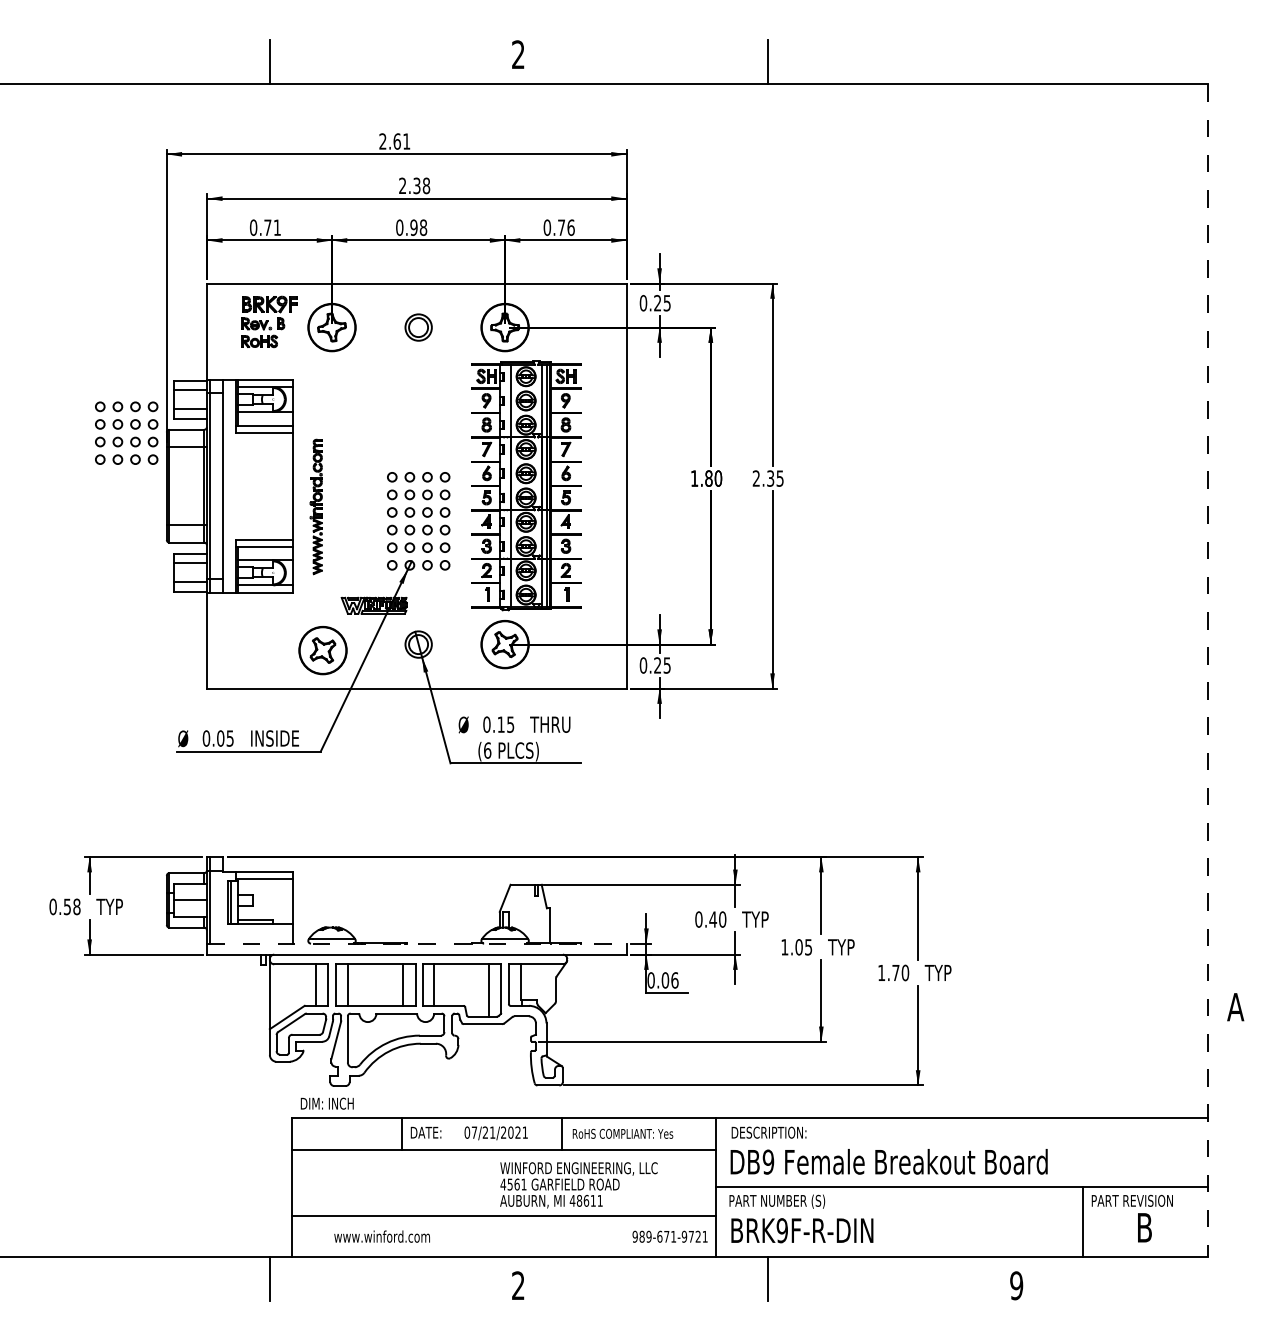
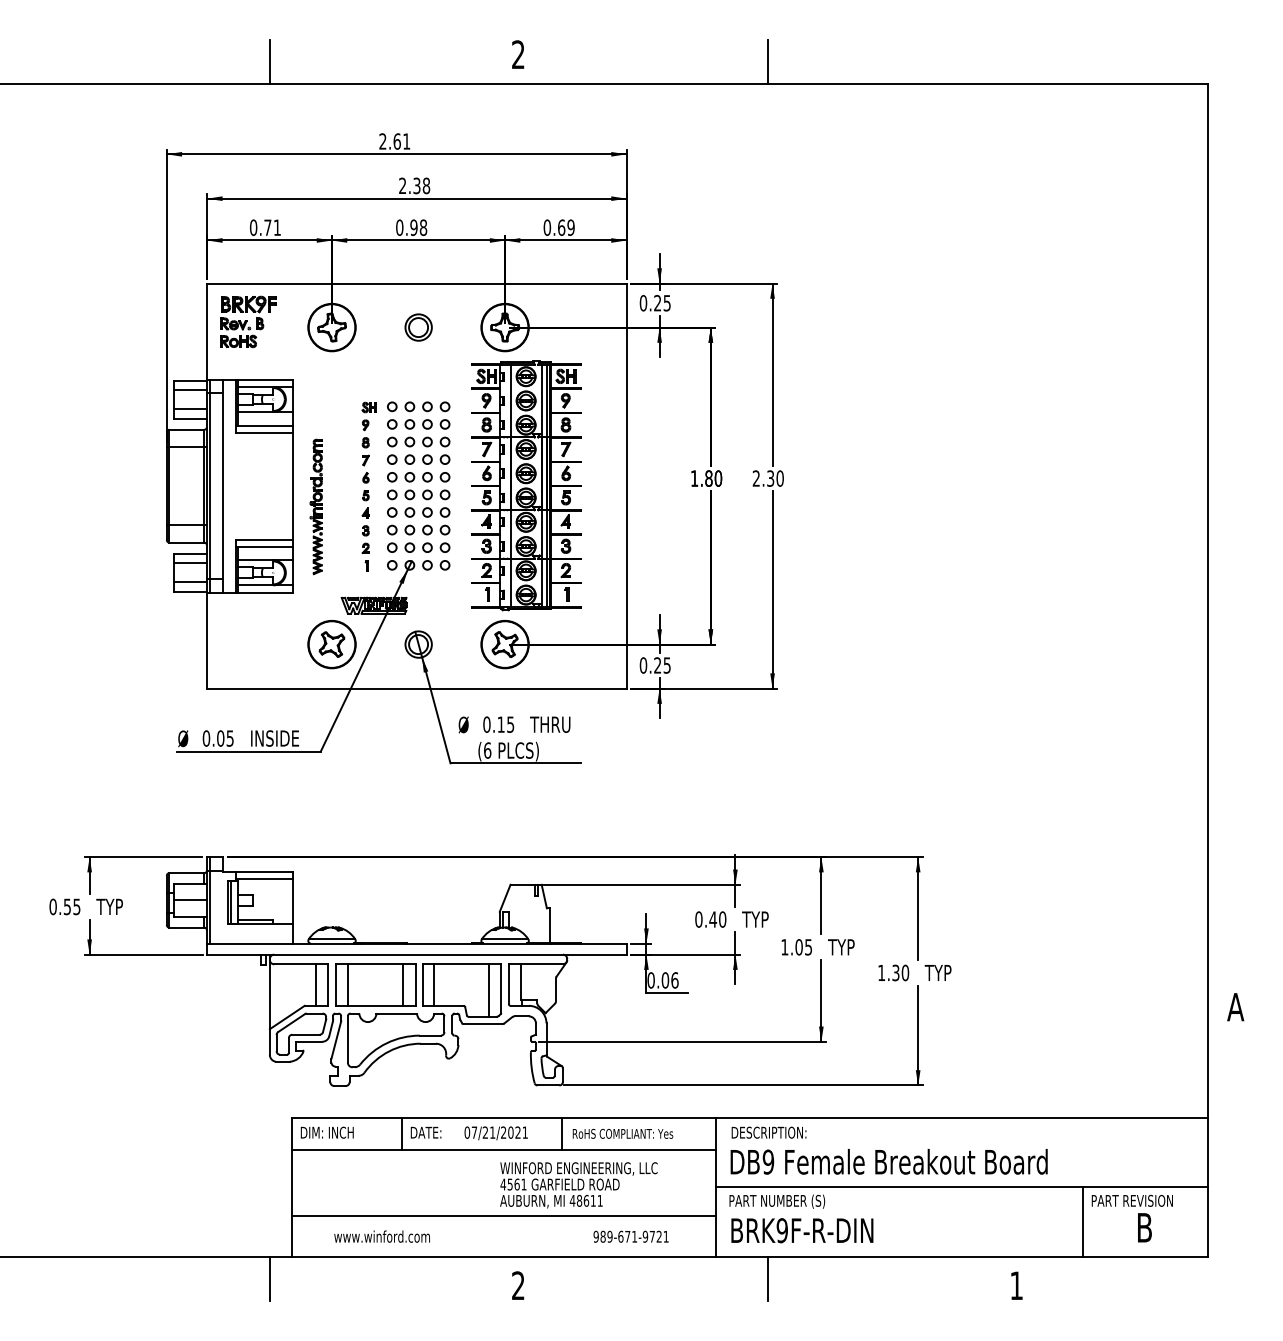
text at (566, 227): 0.76 -> 0.69
part at (269, 321) position: (269, 321) -> (248, 321)
part at (122, 427) position: (122, 427) -> (414, 427)
text at (779, 478): 2.35 -> 2.30
part at (368, 486): none -> present
part at (322, 650) position: (322, 650) -> (331, 644)
line at (1207, 671): dashed -> solid
text at (76, 906): 0.58 -> 0.55
line at (416, 943): dashed -> solid
text at (895, 972): 1.70 -> 1.30
text at (326, 1103) position: (326, 1103) -> (326, 1132)
text at (669, 1236) position: (669, 1236) -> (630, 1236)
text at (1016, 1285): 9 -> 1
